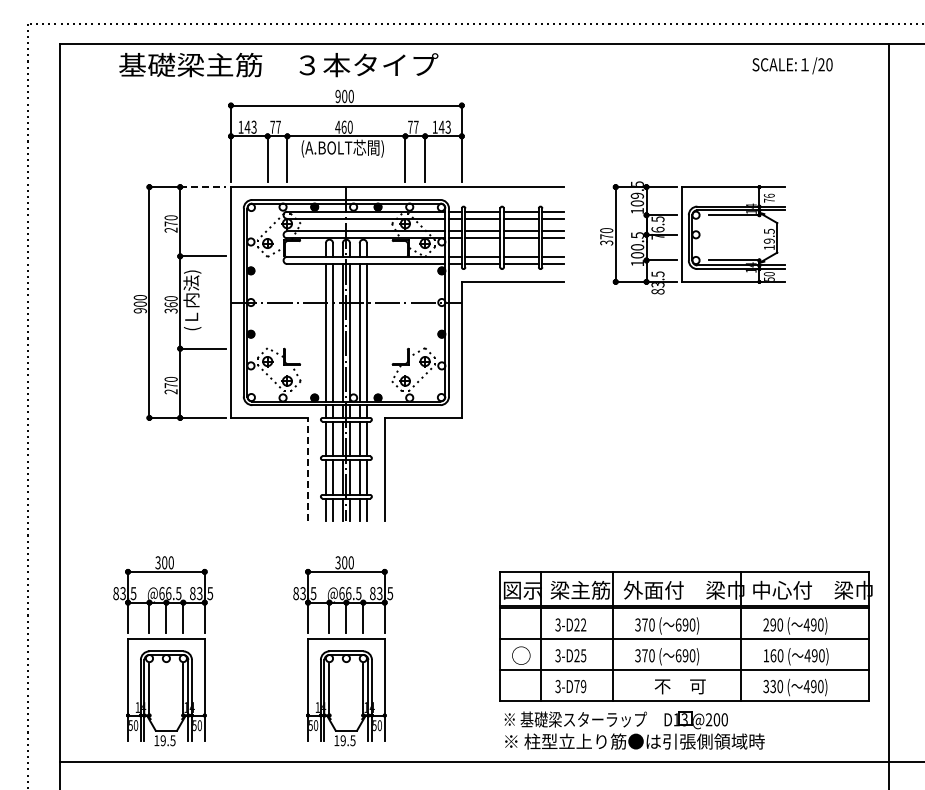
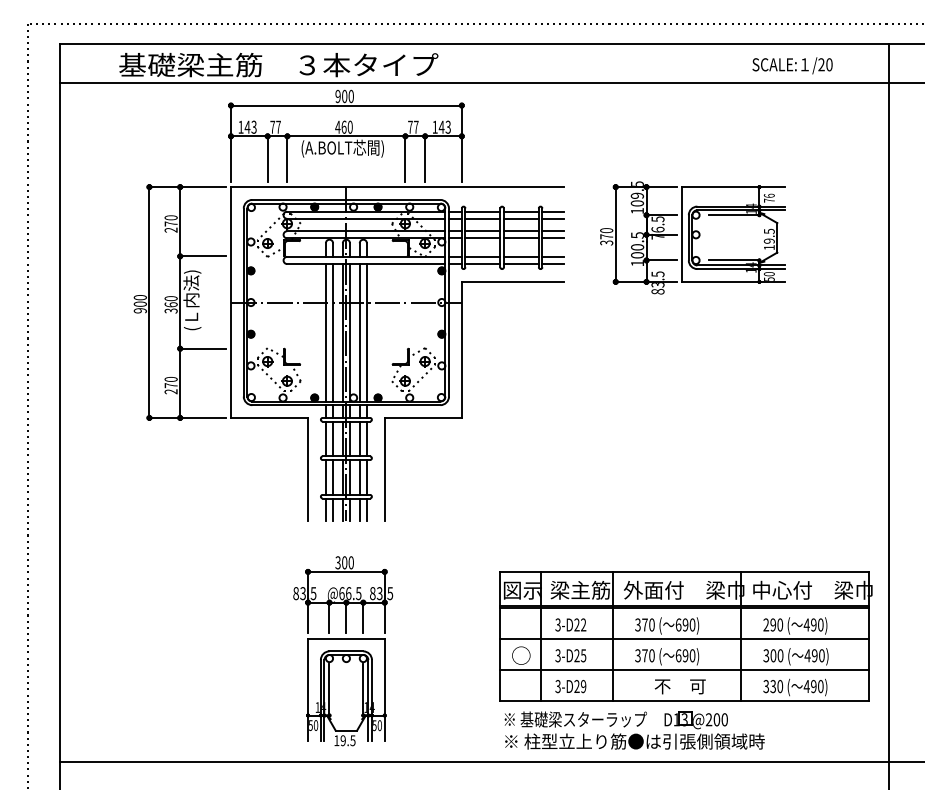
line at (490, 82): none -> present
line at (203, 187): dashed -> solid
line at (308, 468): dashed -> solid
part at (163, 651): present -> none
text at (769, 655): 160 -> 300
text at (576, 686): 3-D79 -> 3-D29
